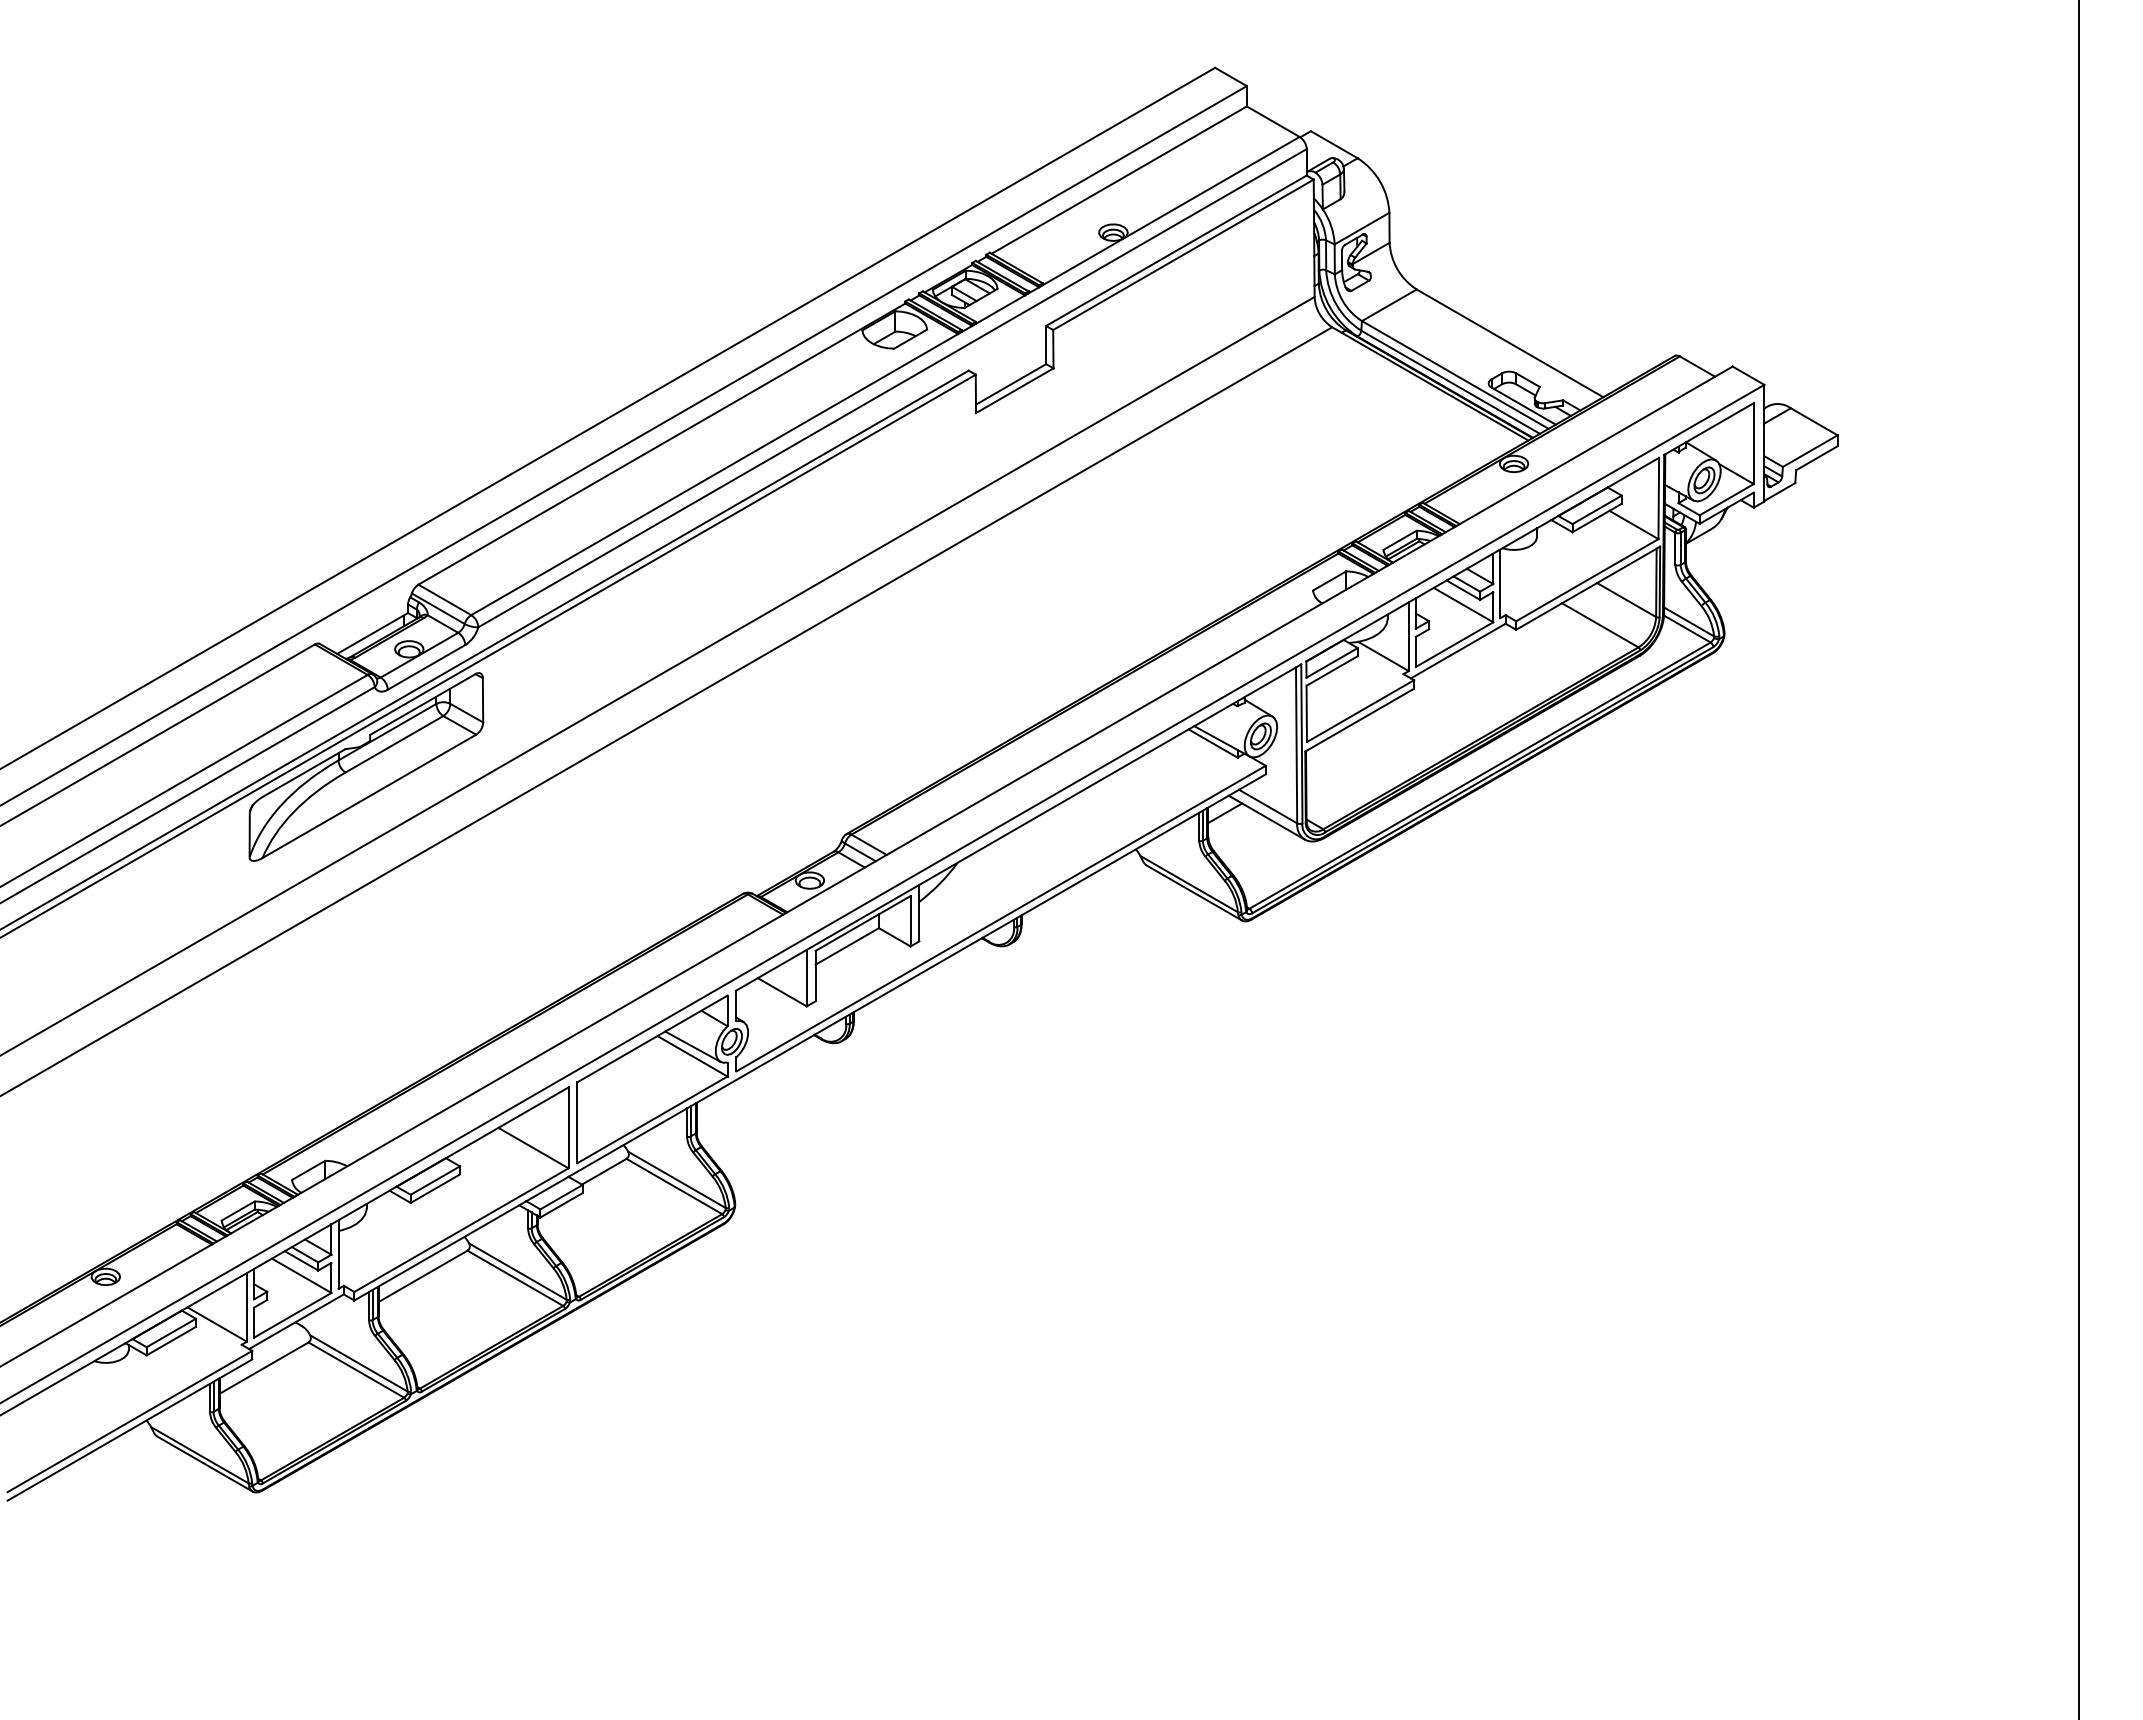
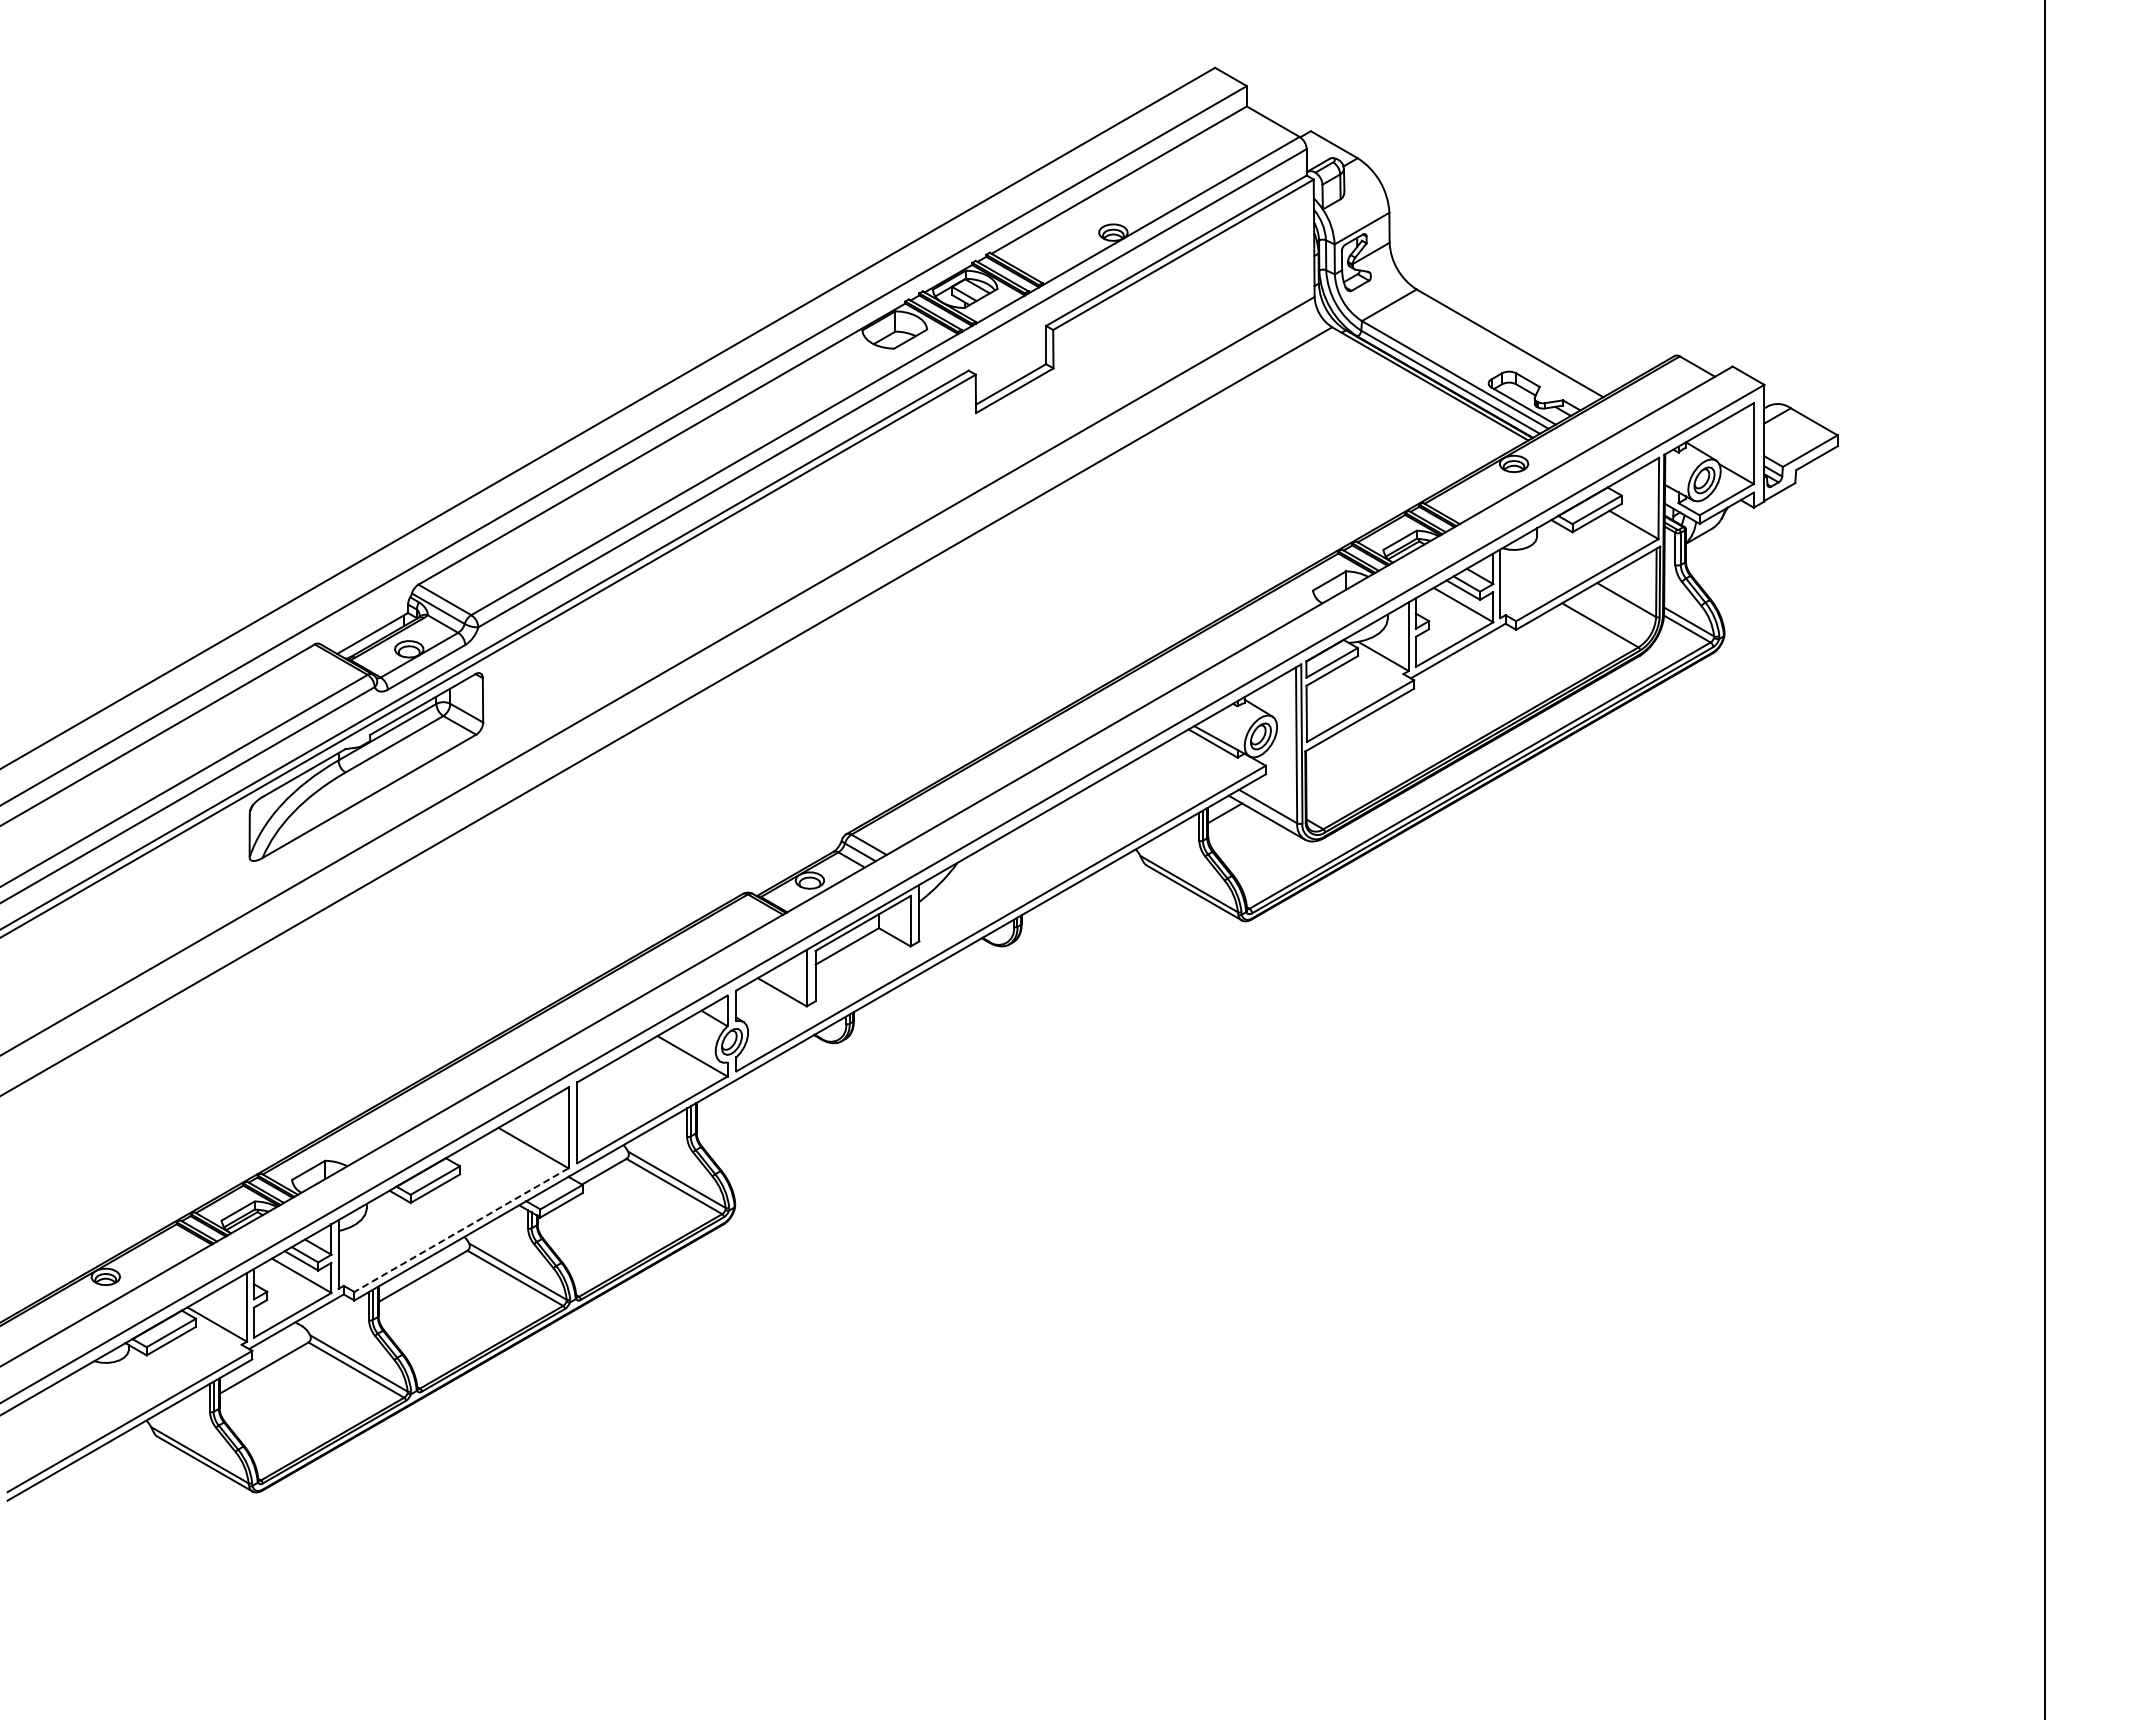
line at (2078, 859) position: (2078, 859) -> (2044, 859)
line at (692, 1046): present -> none
line at (461, 1230): solid -> dashed
